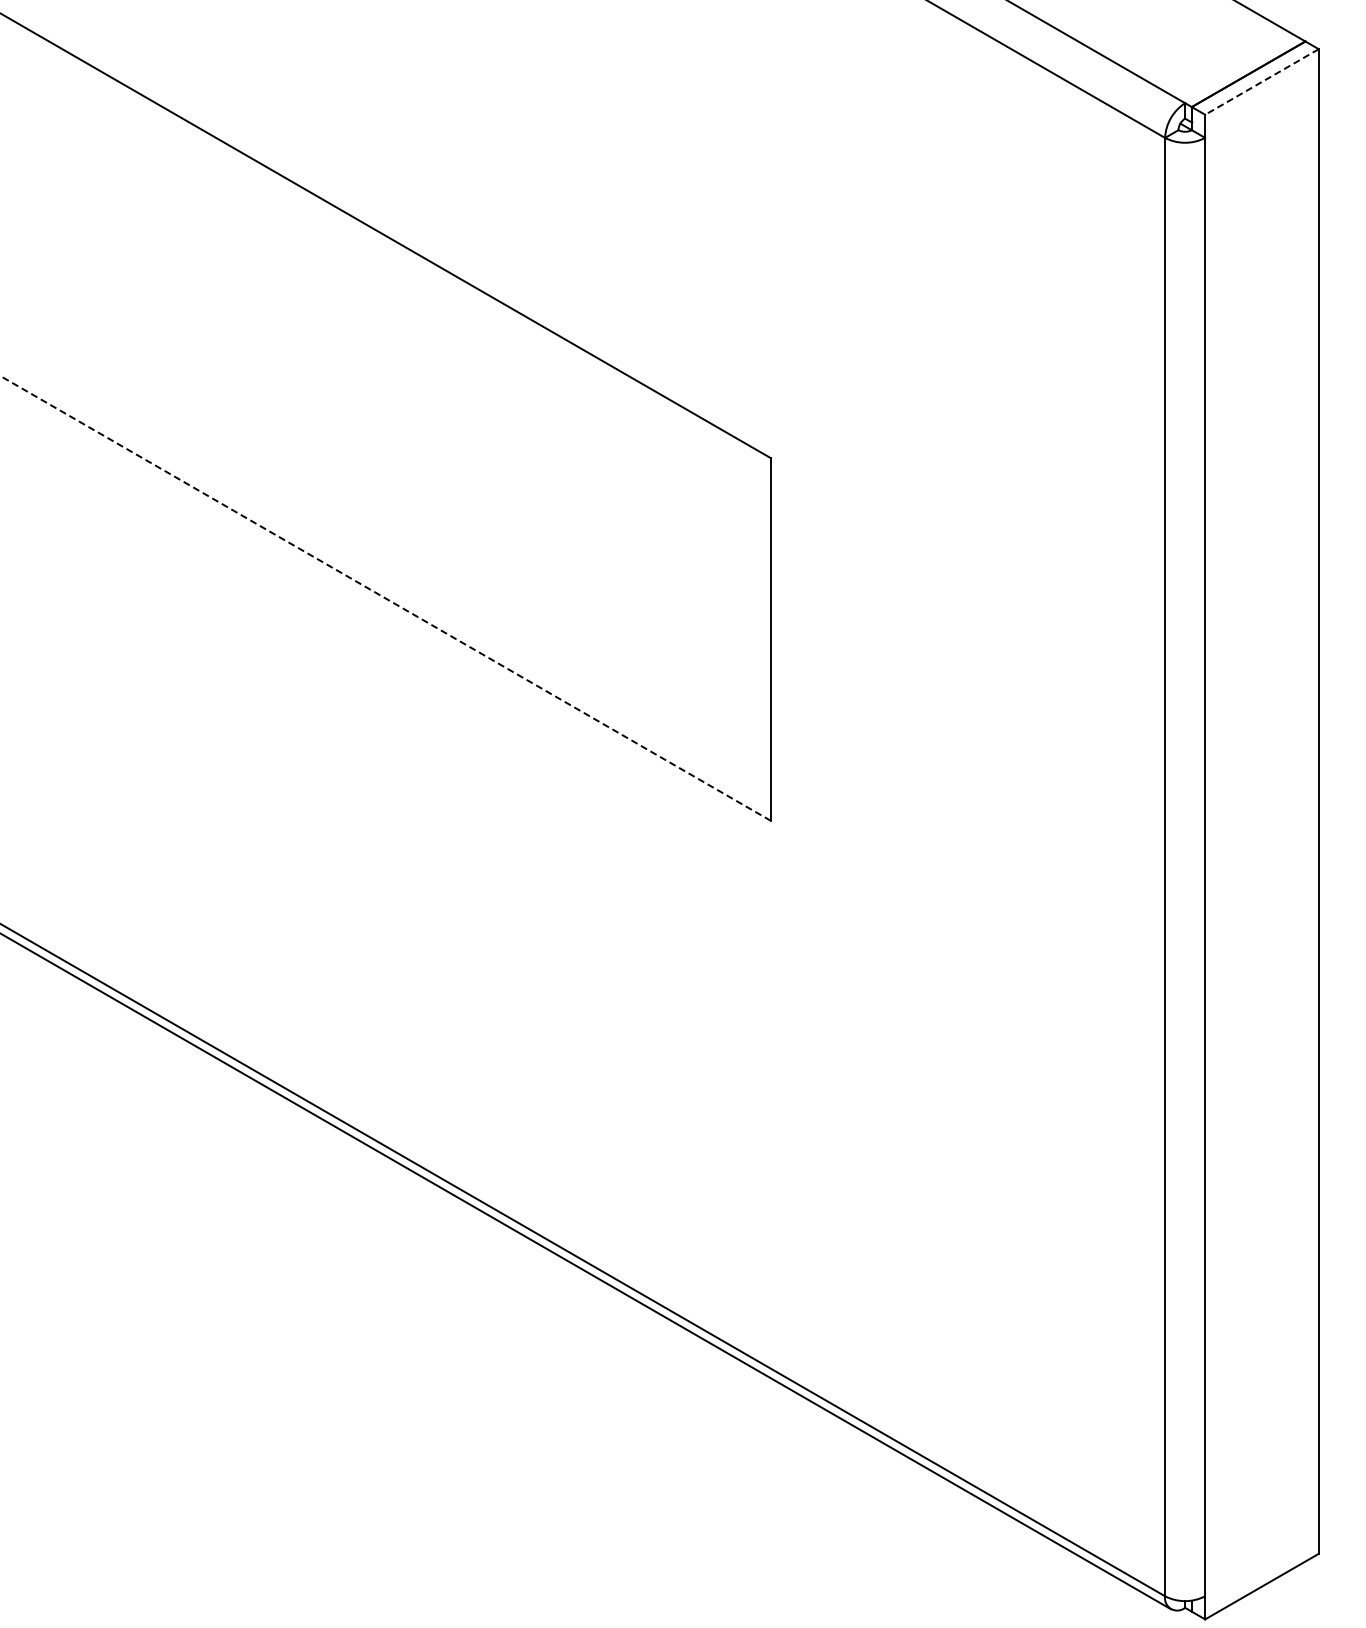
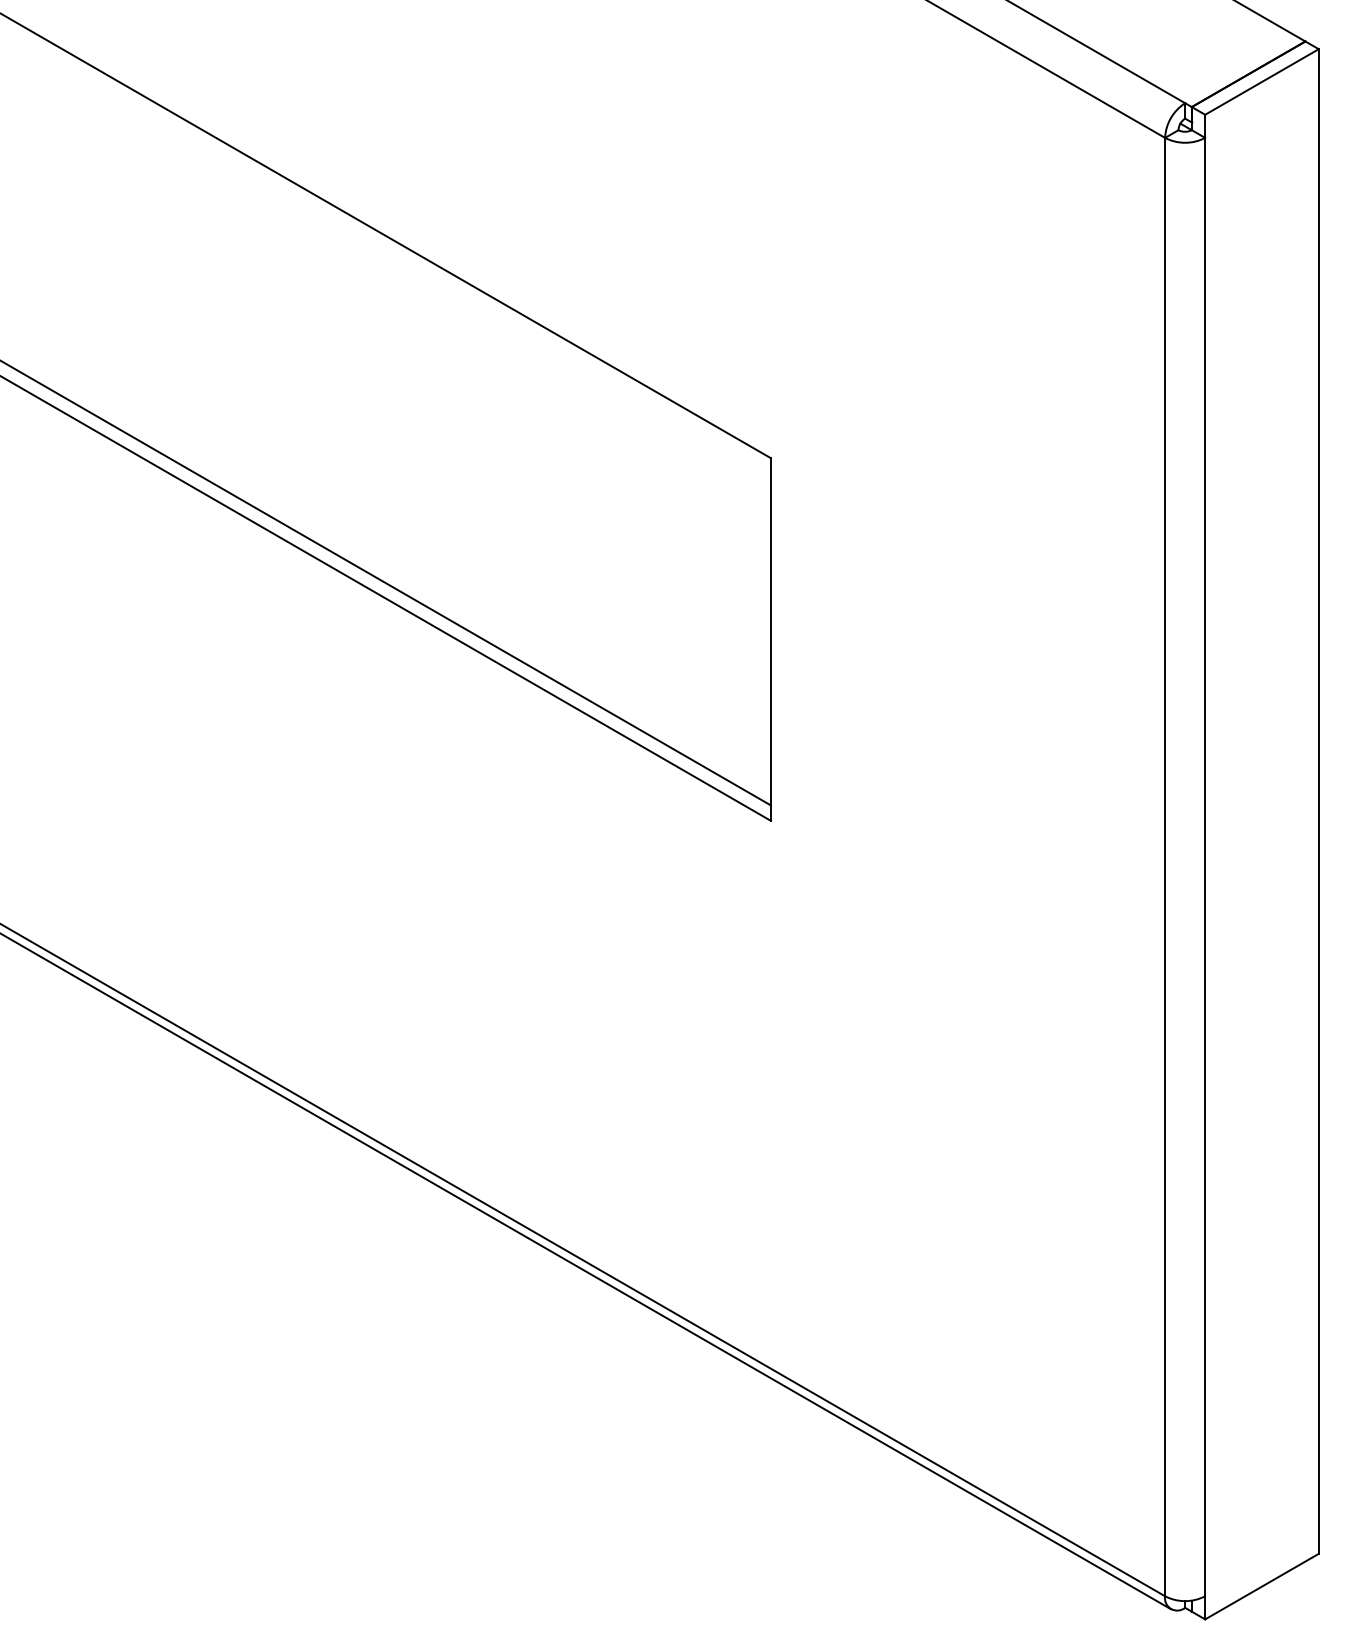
line at (1261, 81): dashed -> solid
line at (386, 583): none -> present
line at (385, 598): dashed -> solid
